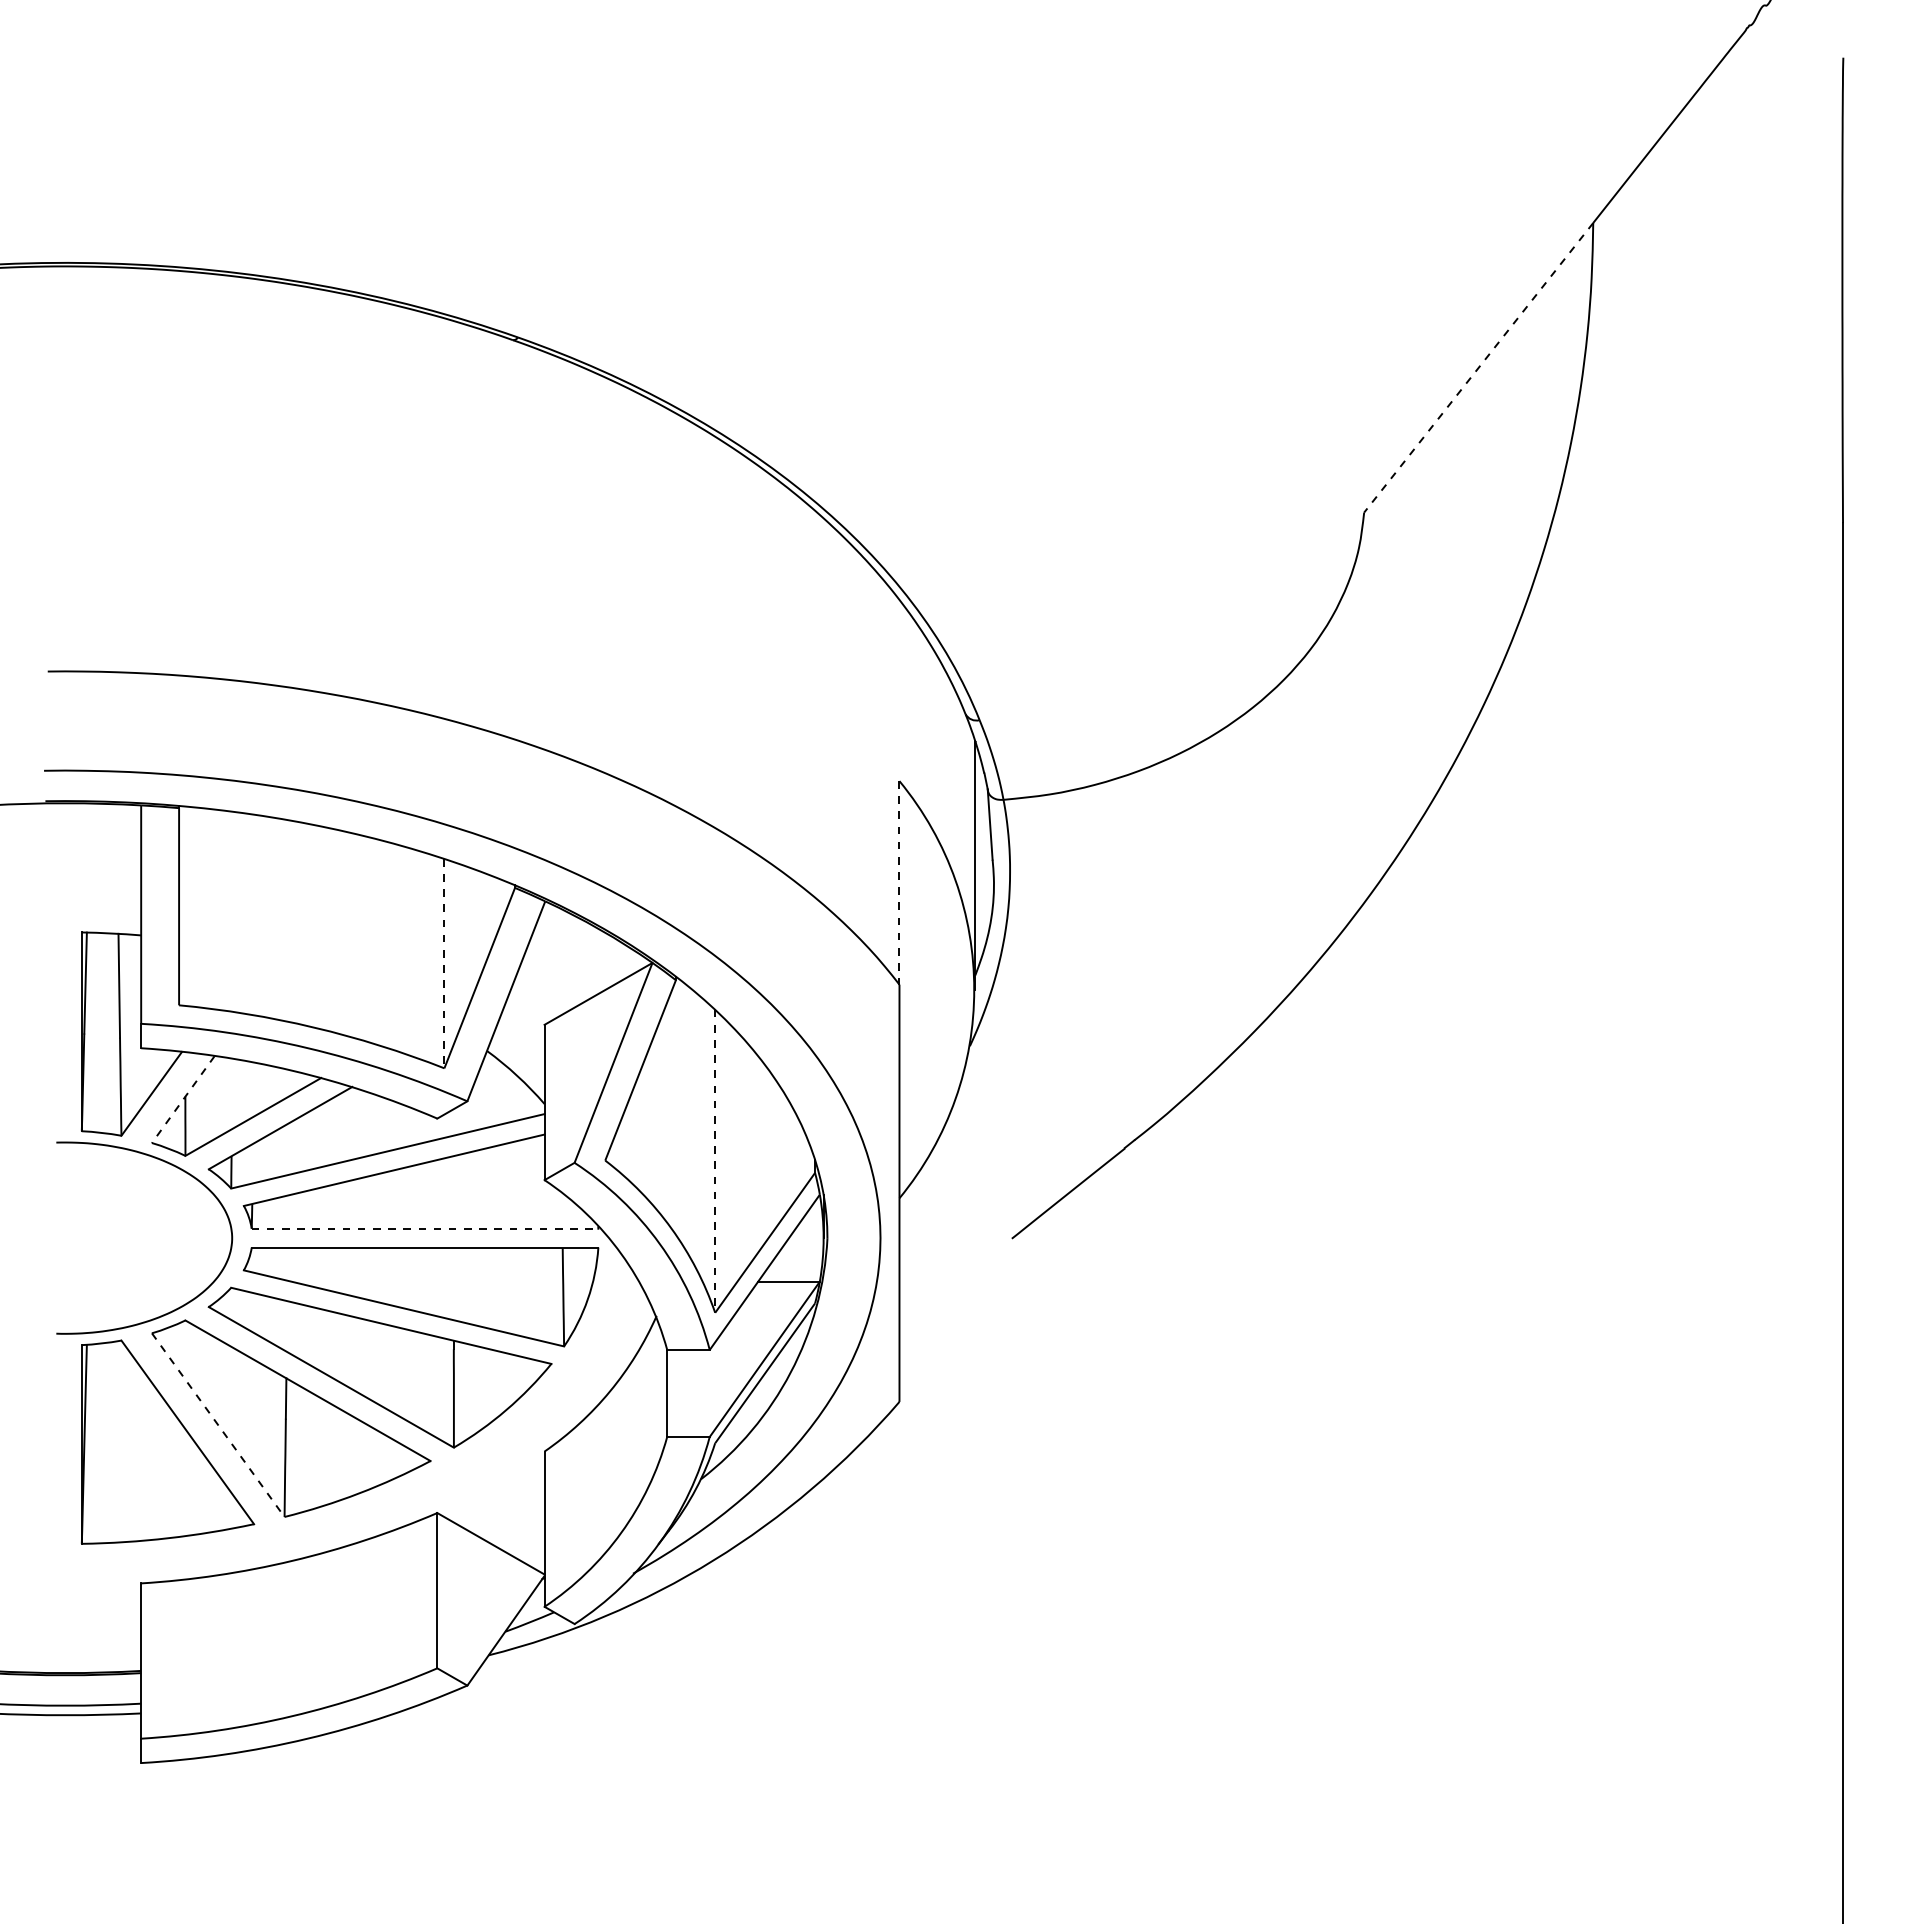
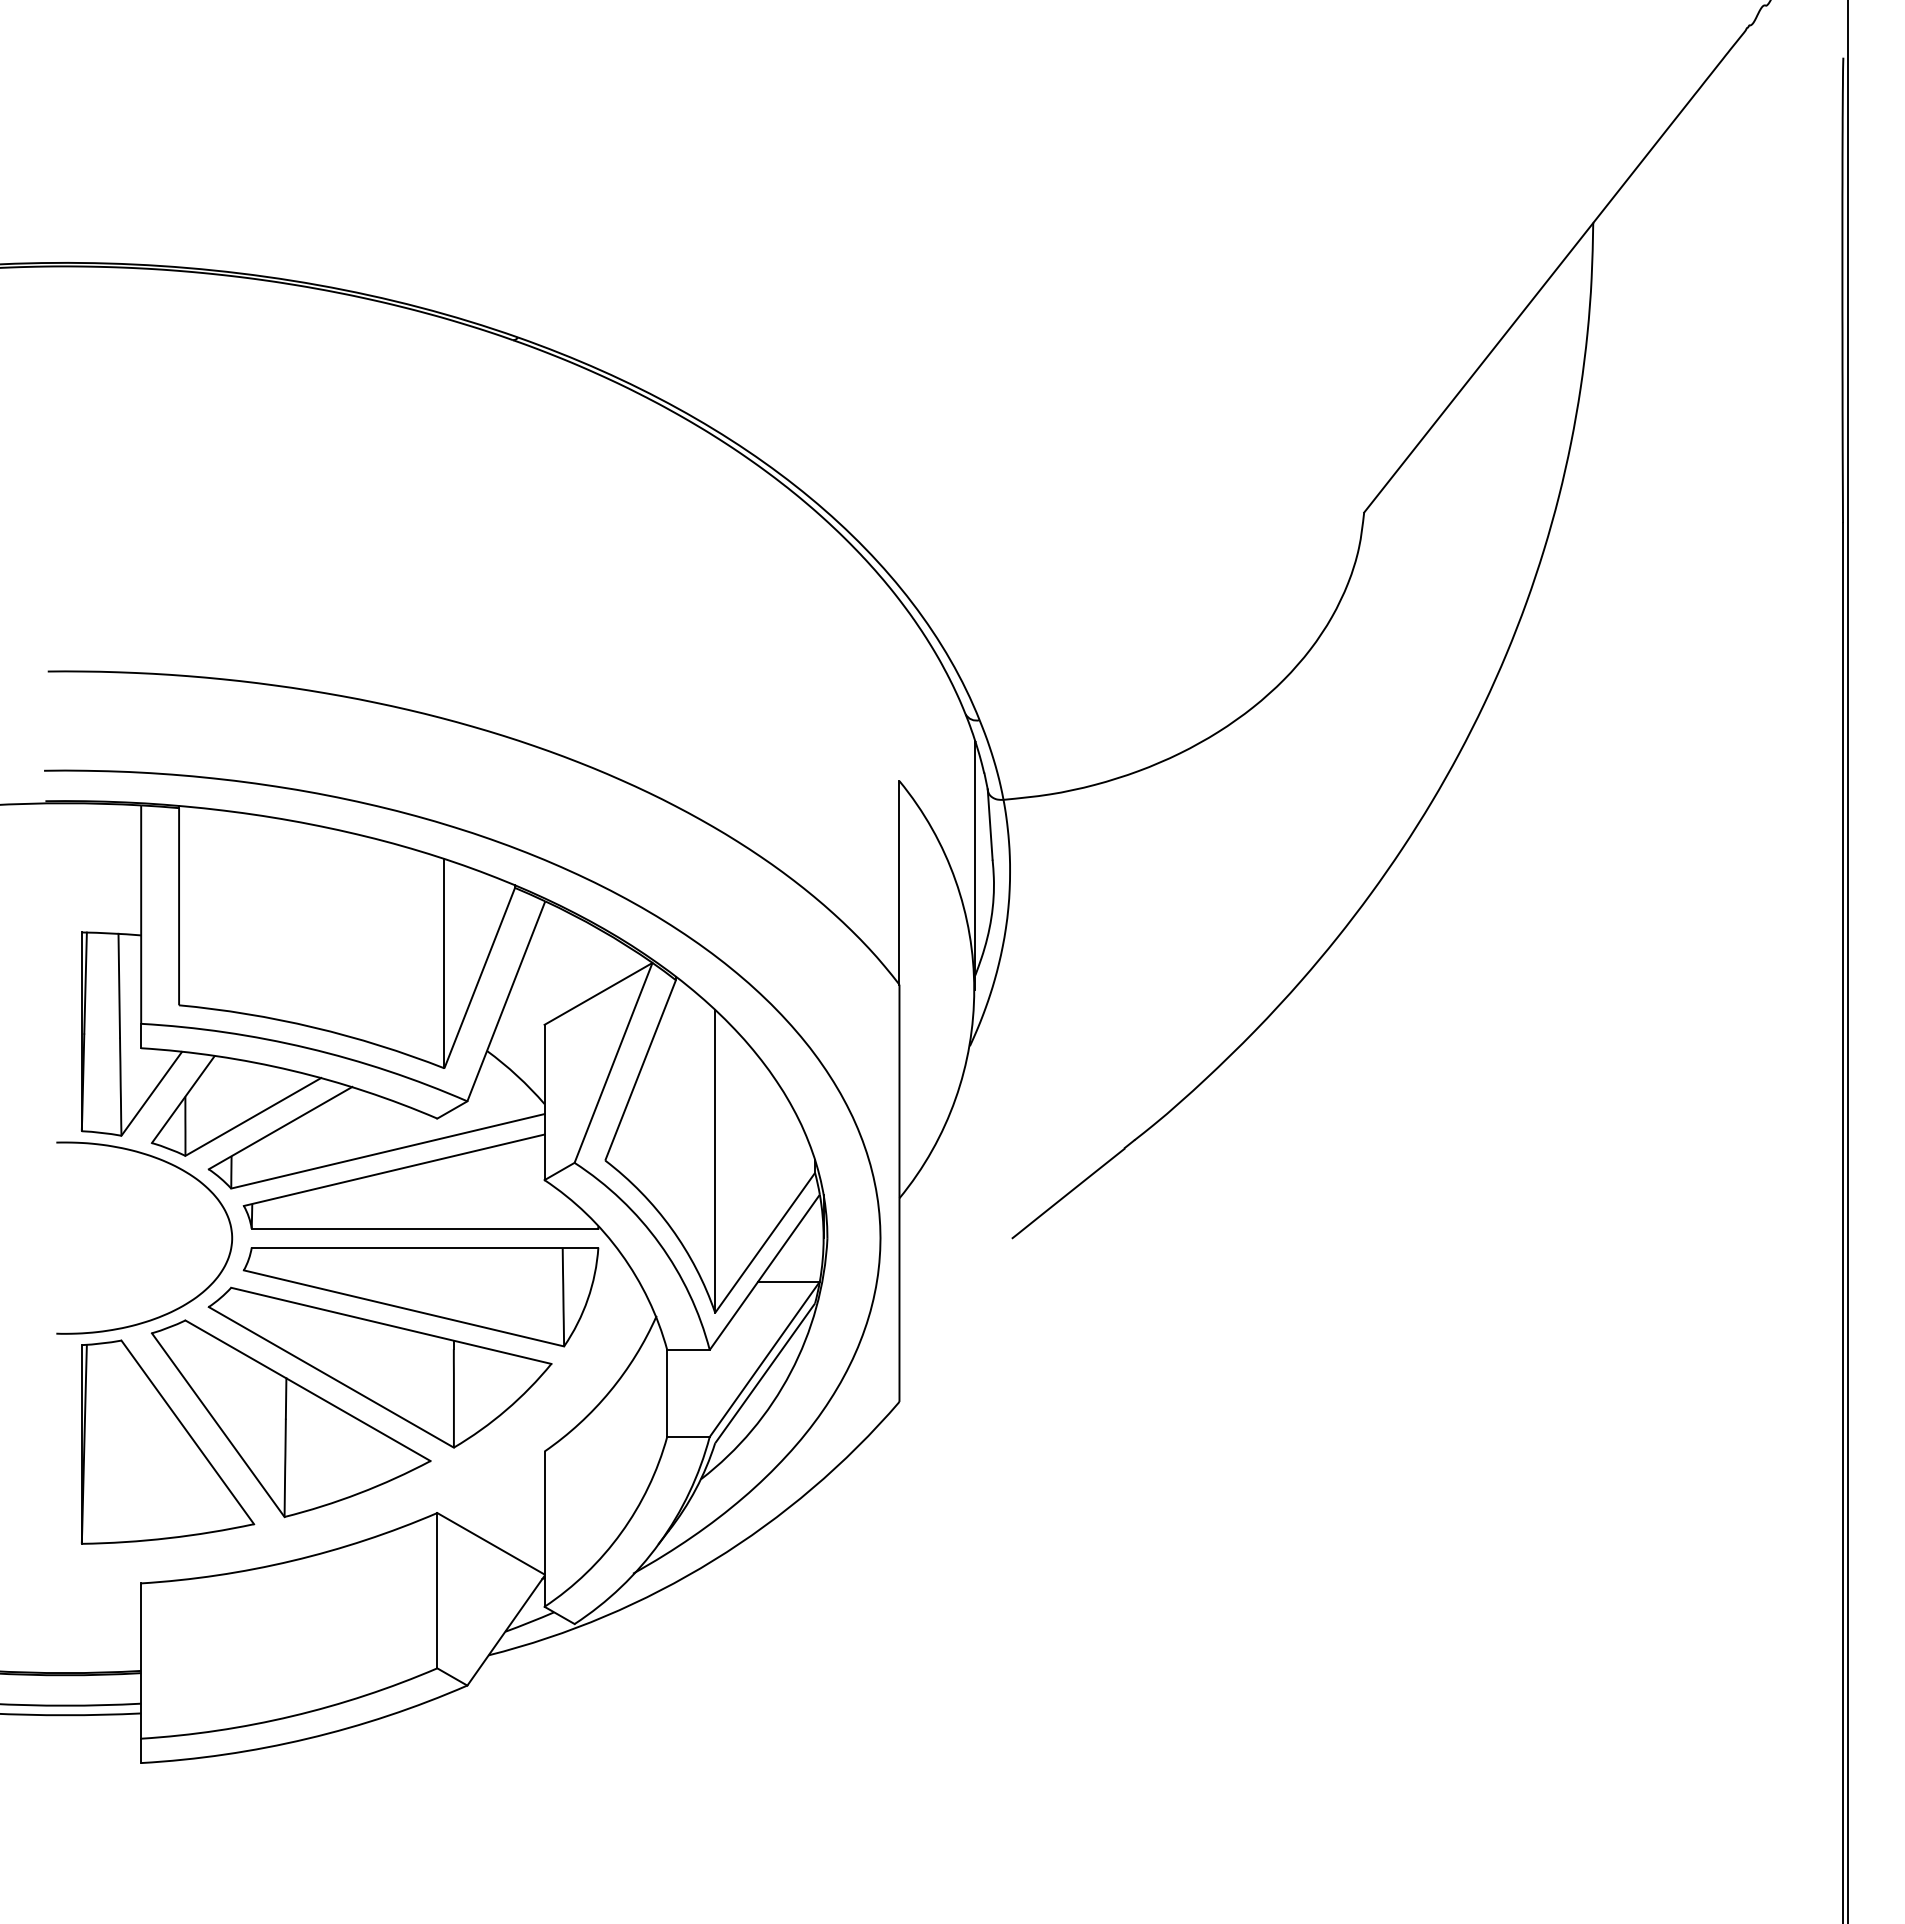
line at (1478, 367): dashed -> solid
line at (899, 882): dashed -> solid
line at (1847, 961): none -> present
line at (444, 963): dashed -> solid
line at (183, 1099): dashed -> solid
line at (715, 1161): dashed -> solid
line at (425, 1228): dashed -> solid
line at (218, 1425): dashed -> solid
